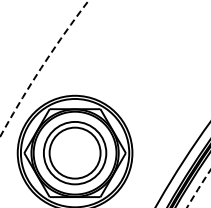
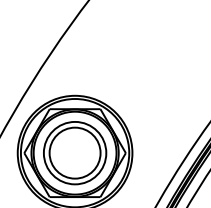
arc at (41, 67): dashed -> solid
arc at (198, 189): dashed -> solid
